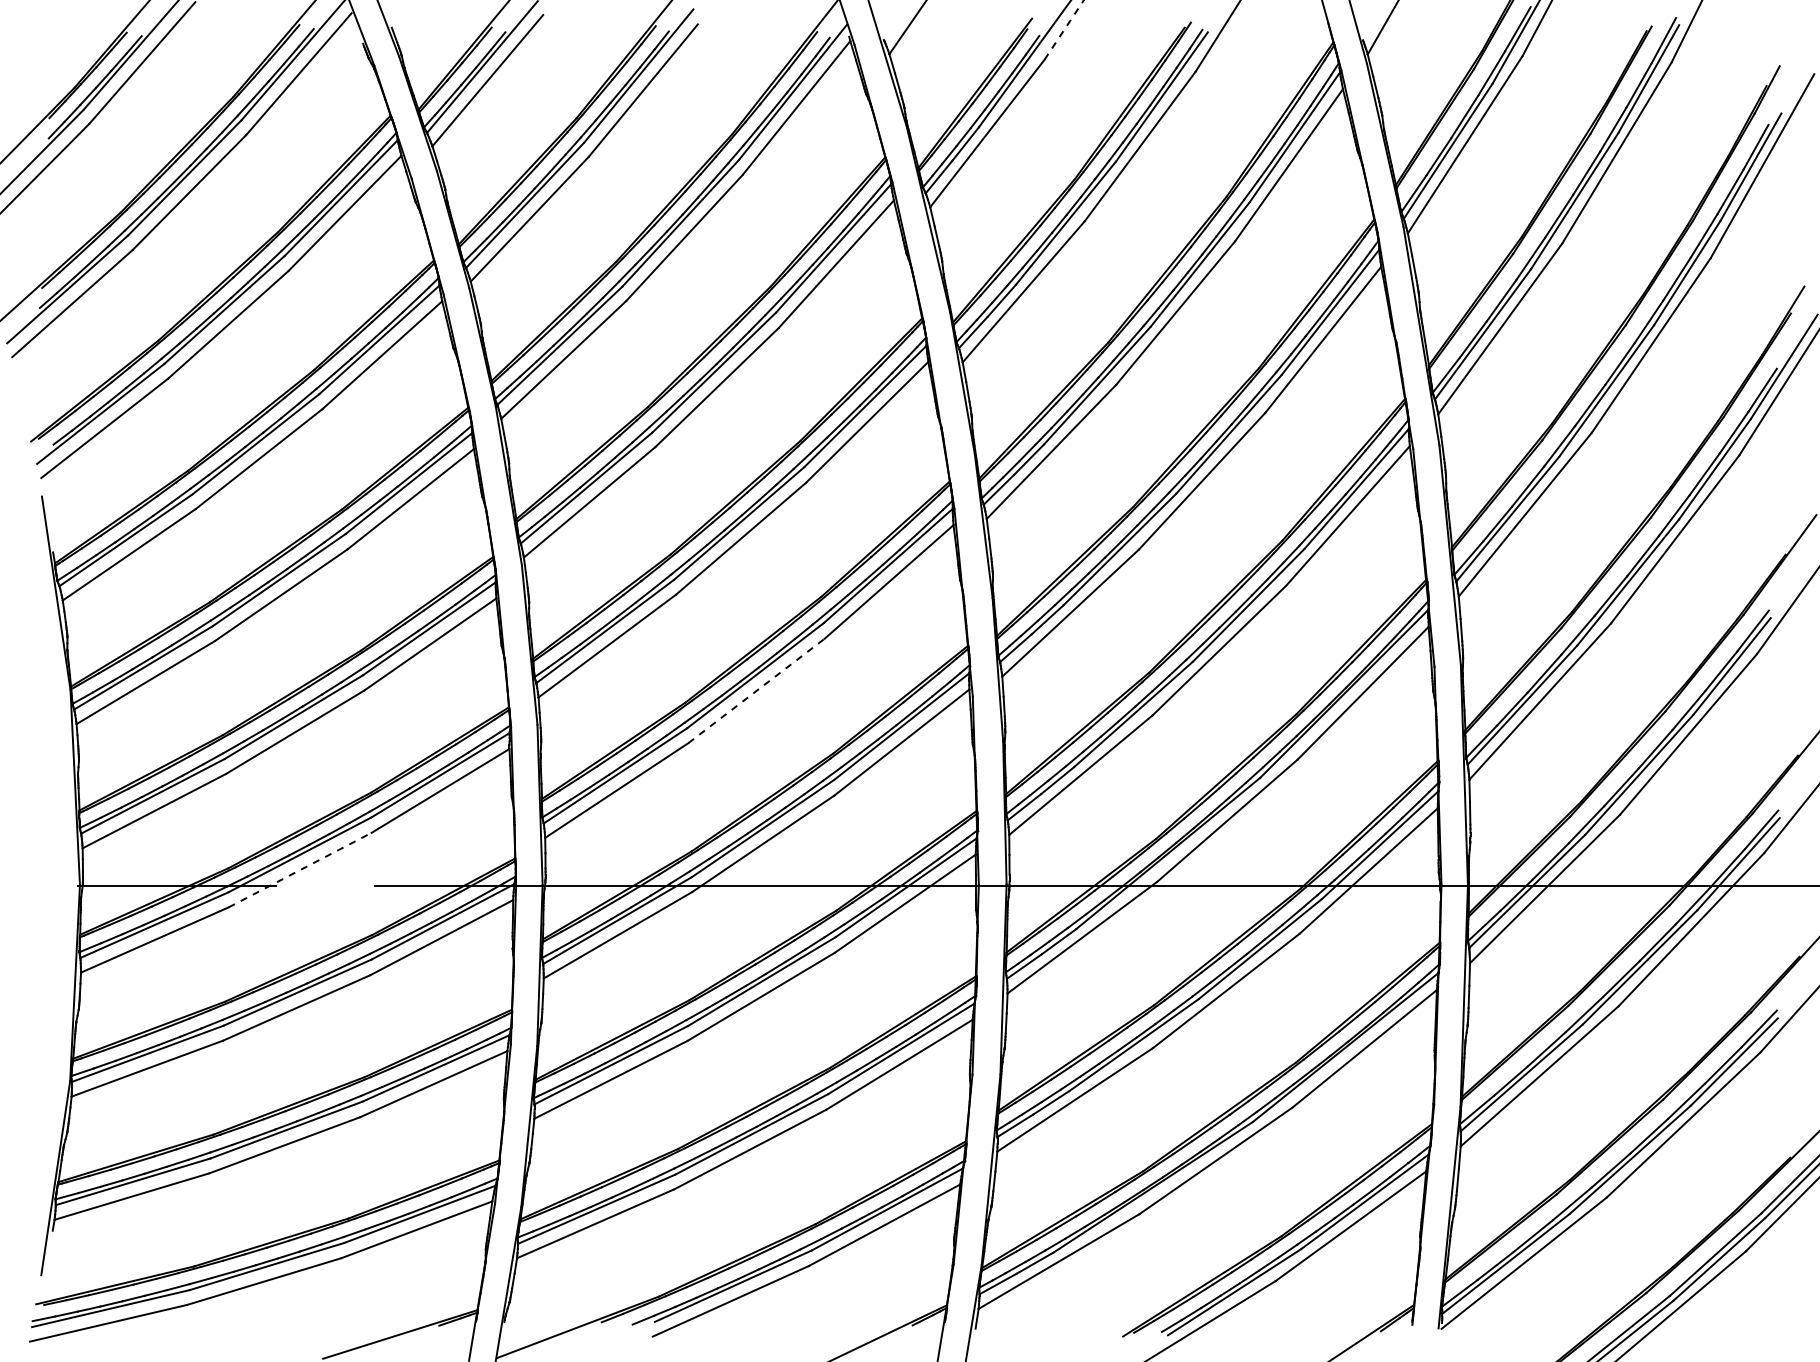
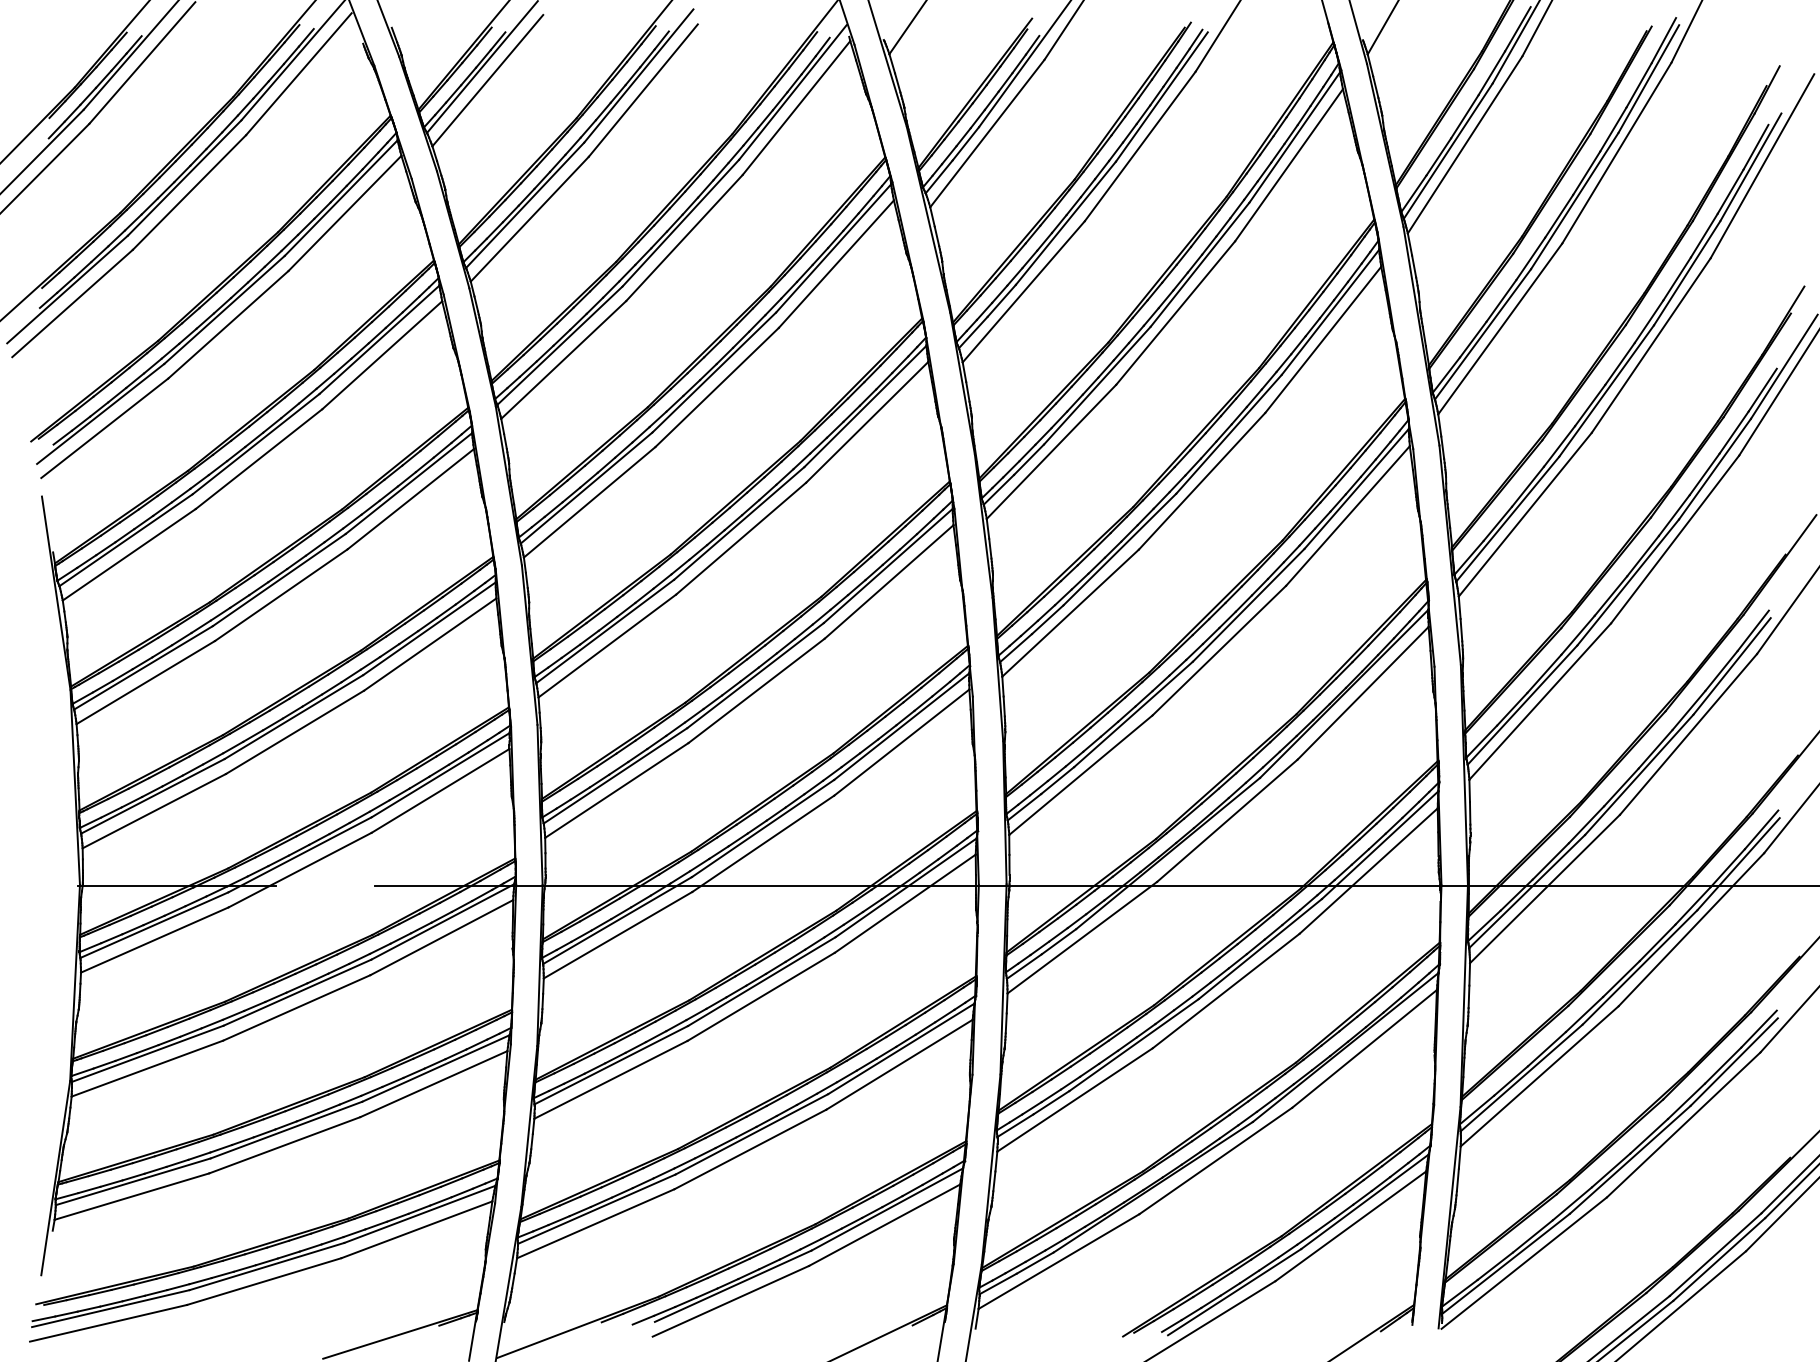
line at (1064, 29): dashed -> solid
line at (756, 690): dashed -> solid
line at (300, 870): dashed -> solid
